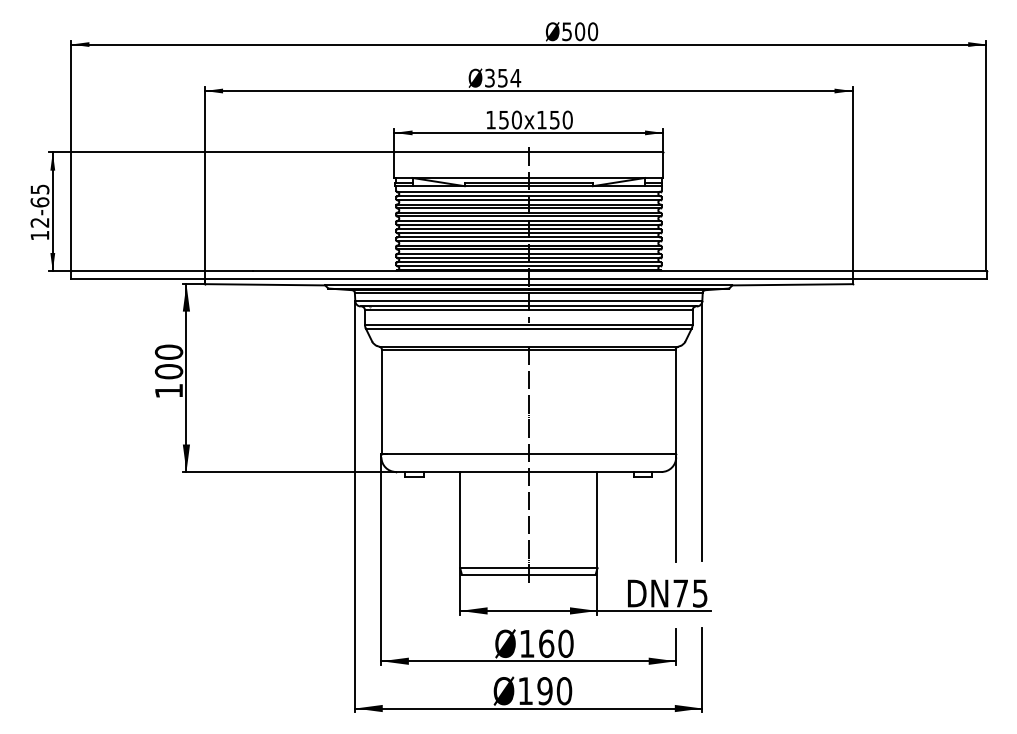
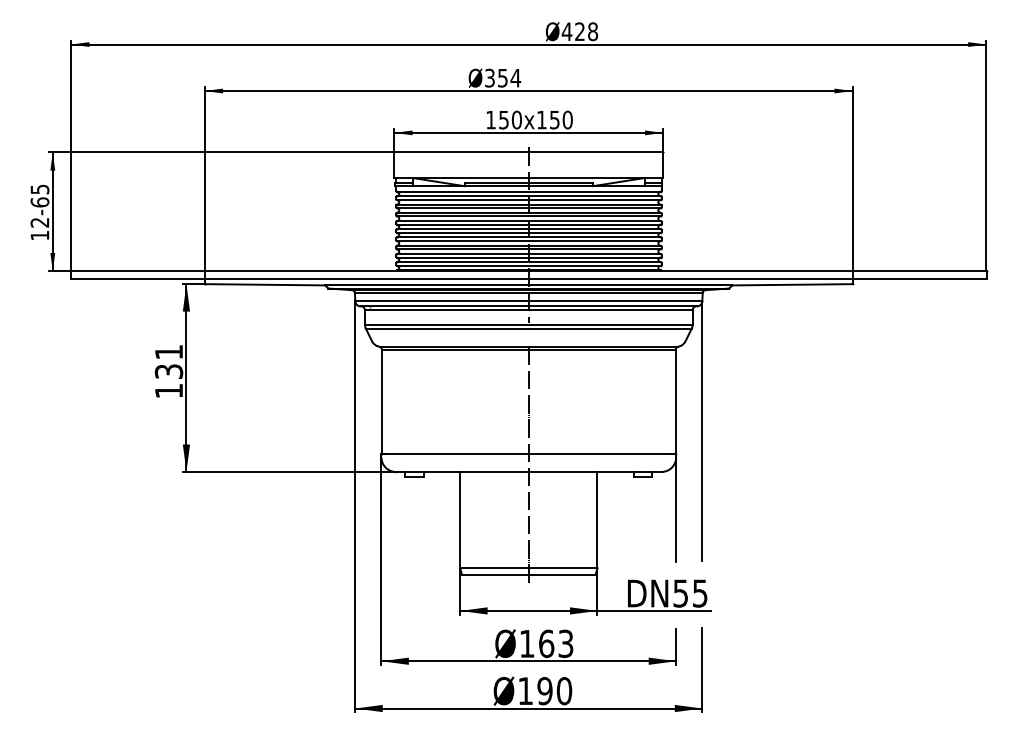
text at (579, 31): 500 -> 428
text at (168, 361): 100 -> 131
text at (680, 593): 75 -> 55
text at (565, 643): 160 -> 163
